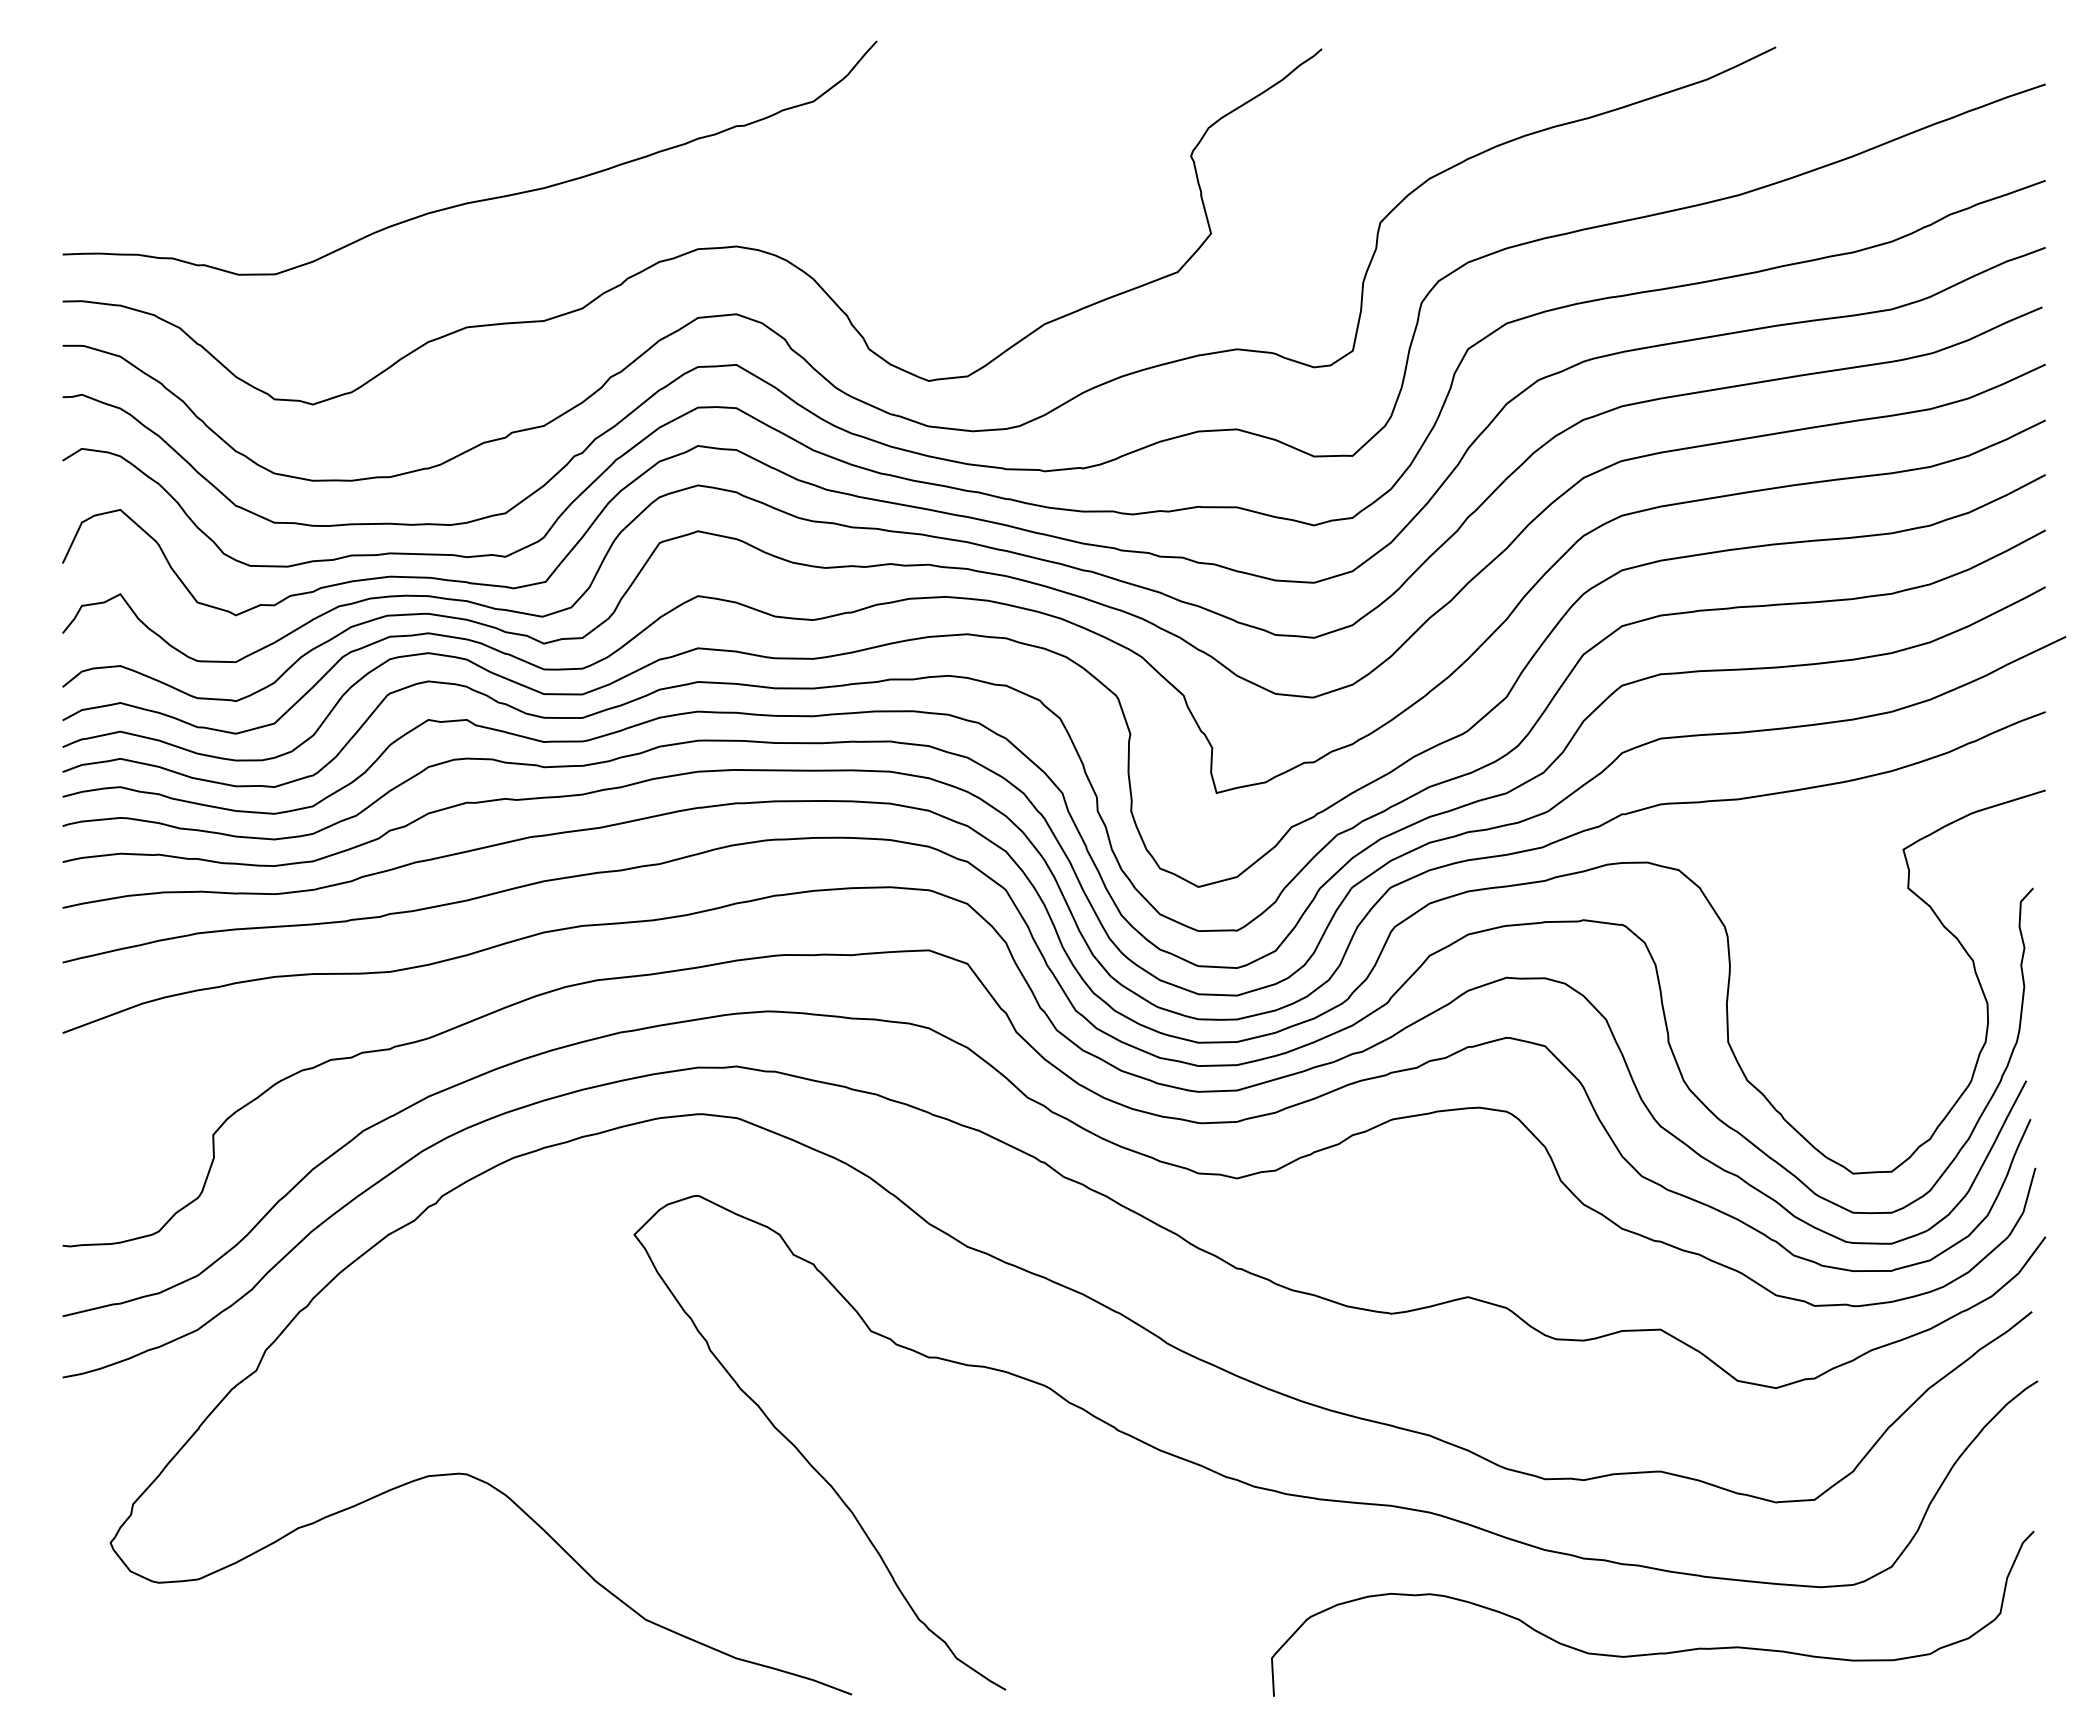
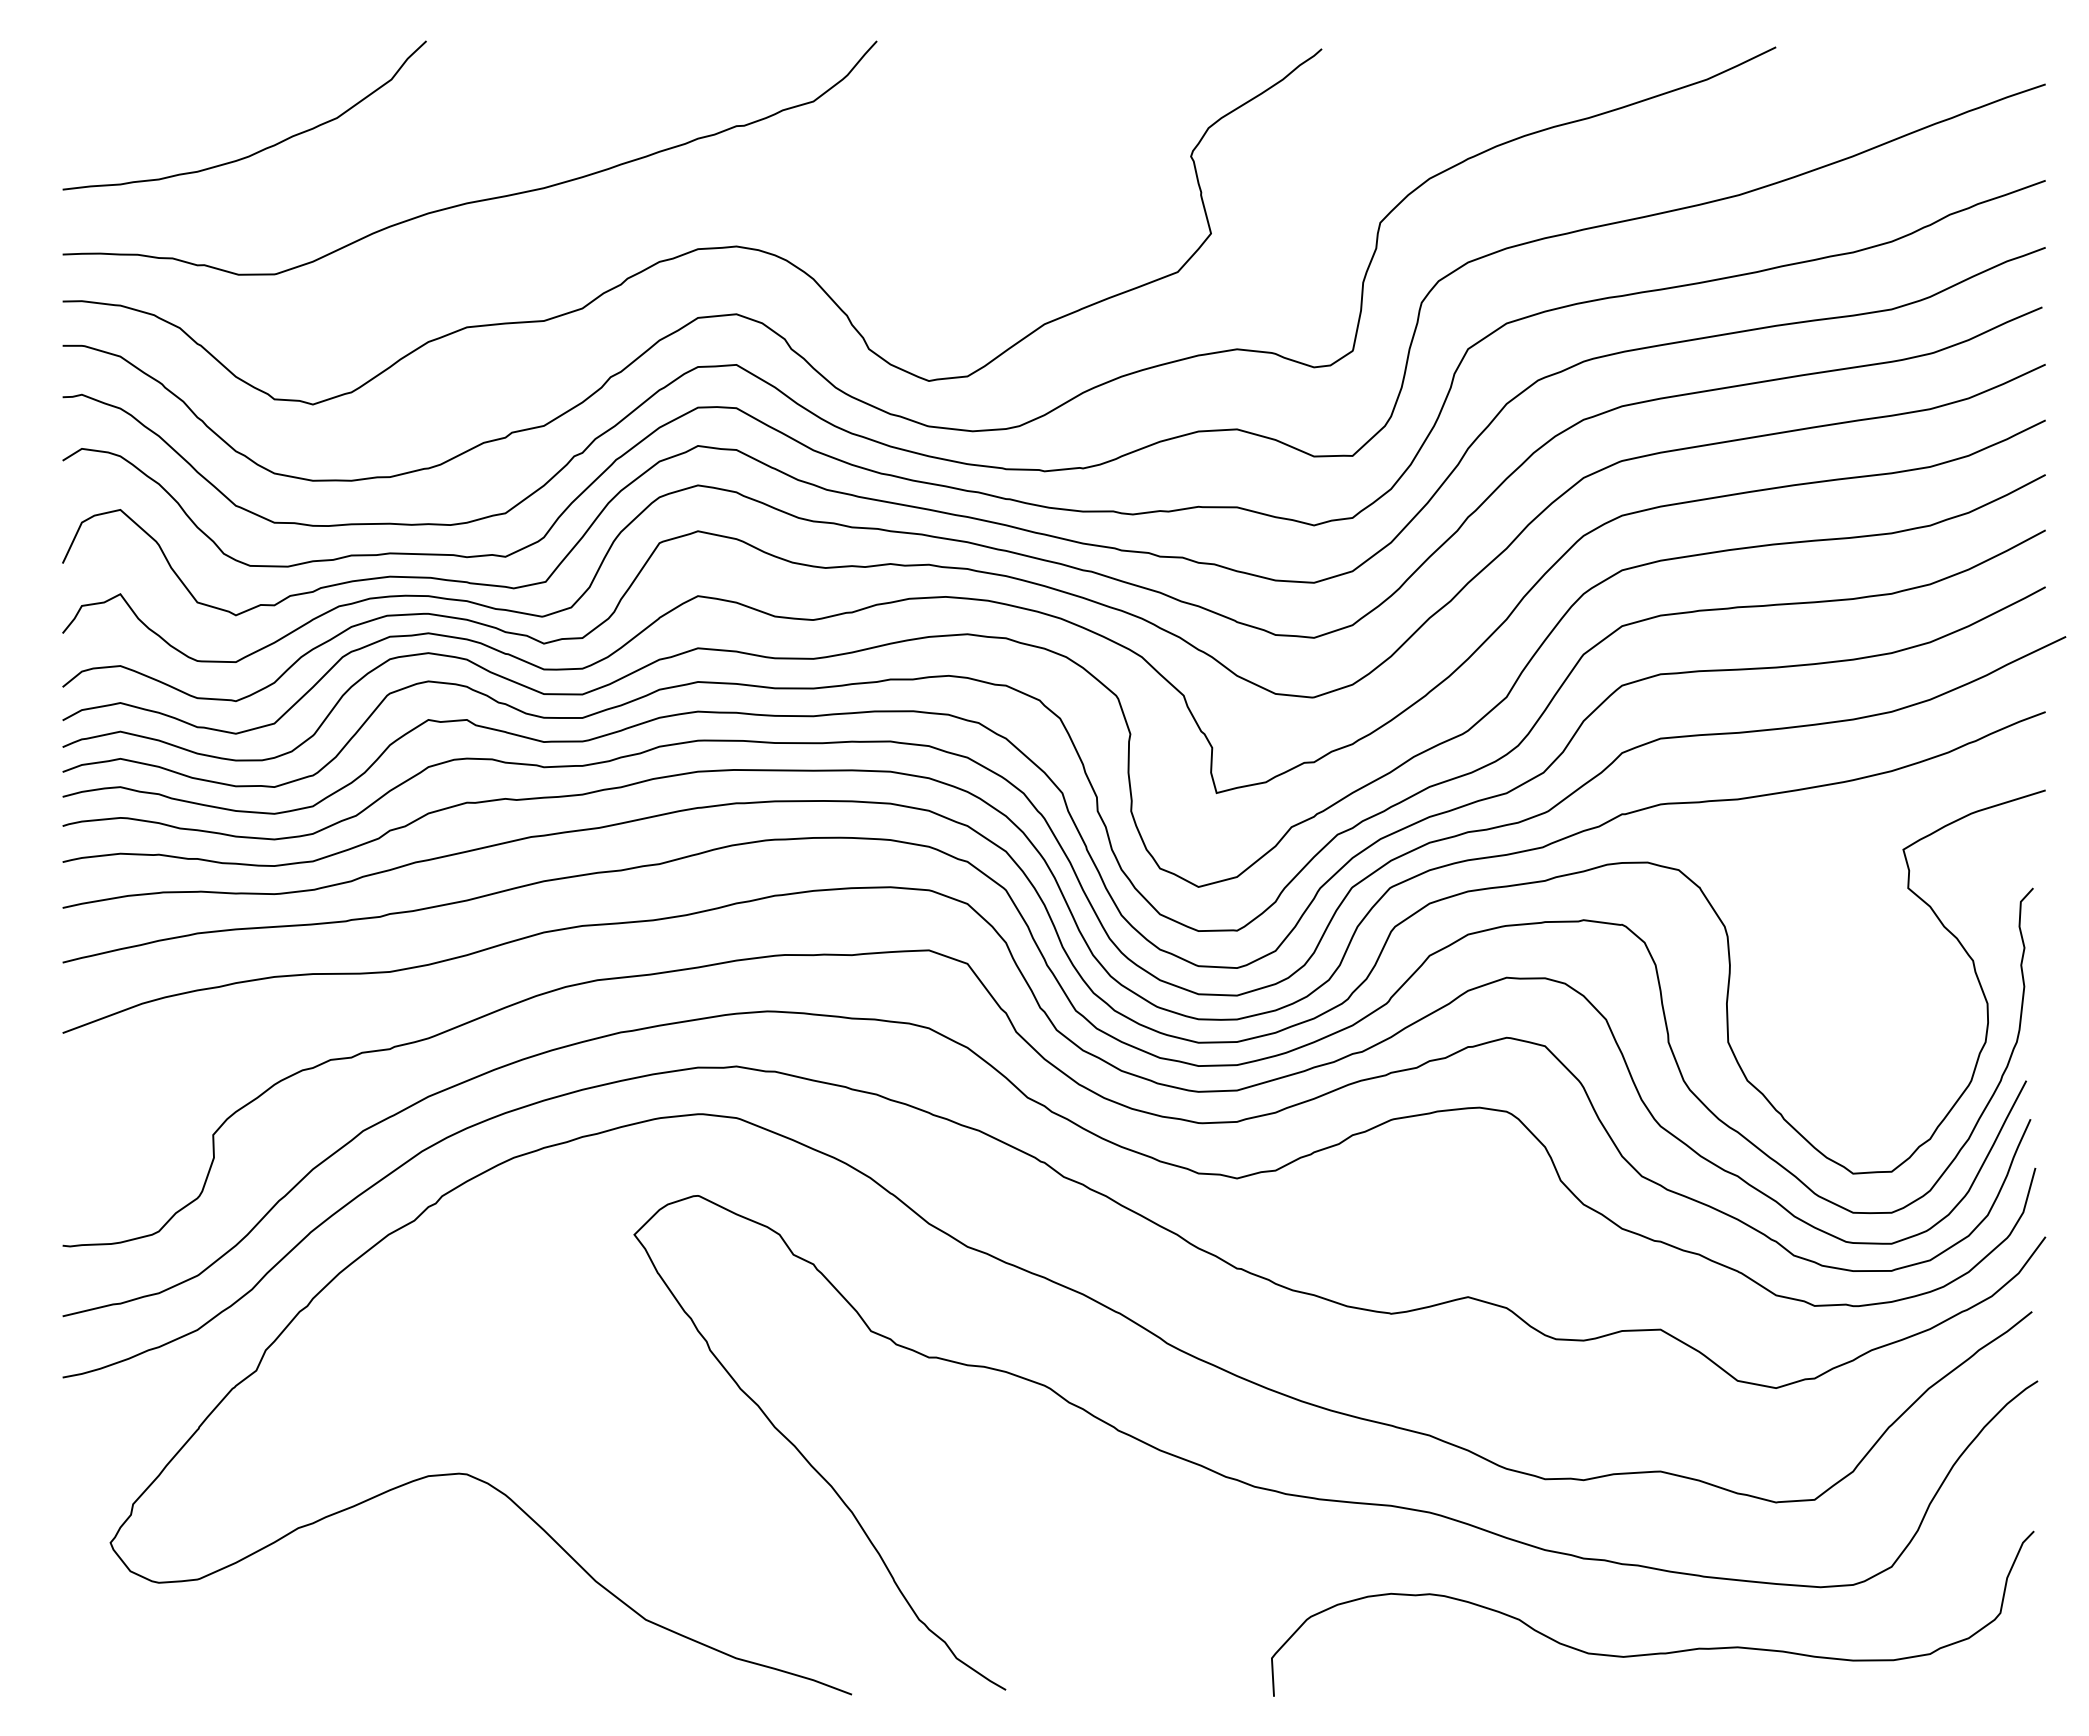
curve at (261, 149): none -> present
